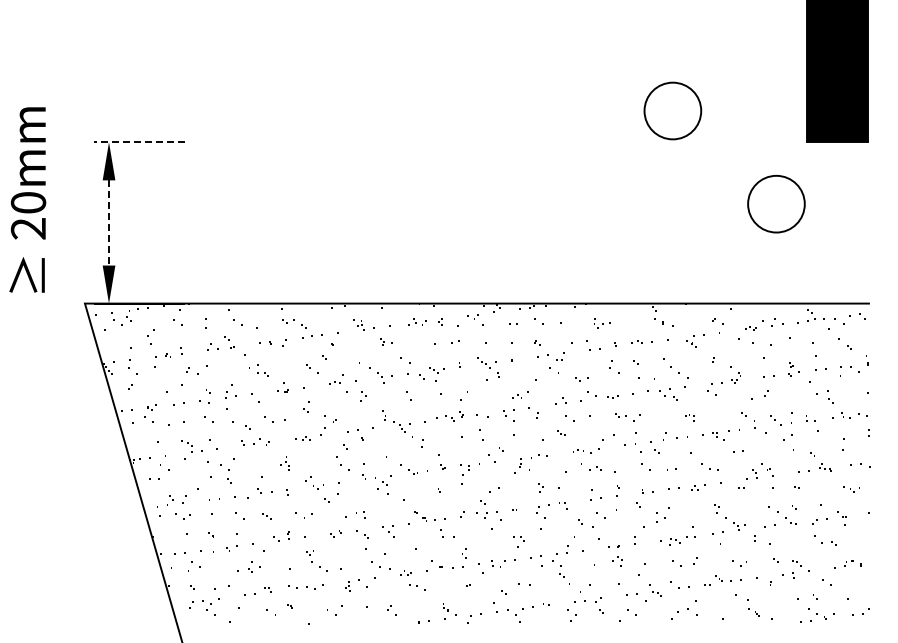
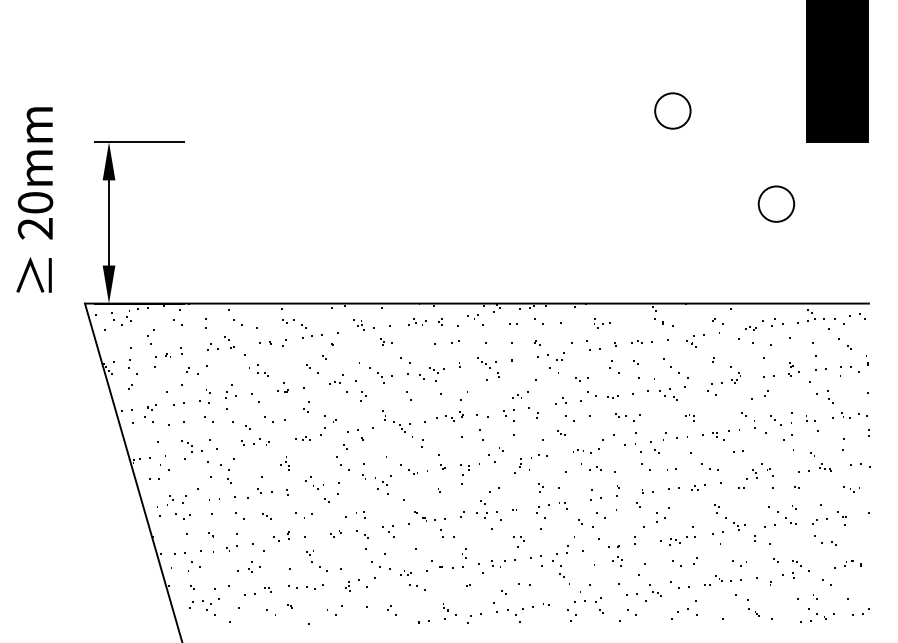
circle at (672, 110) diameter: 57 px -> 35 px
line at (139, 142): dashed -> solid
text at (27, 199) position: (27, 199) -> (34, 199)
circle at (776, 203) diameter: 57 px -> 35 px
line at (109, 222): dashed -> solid
